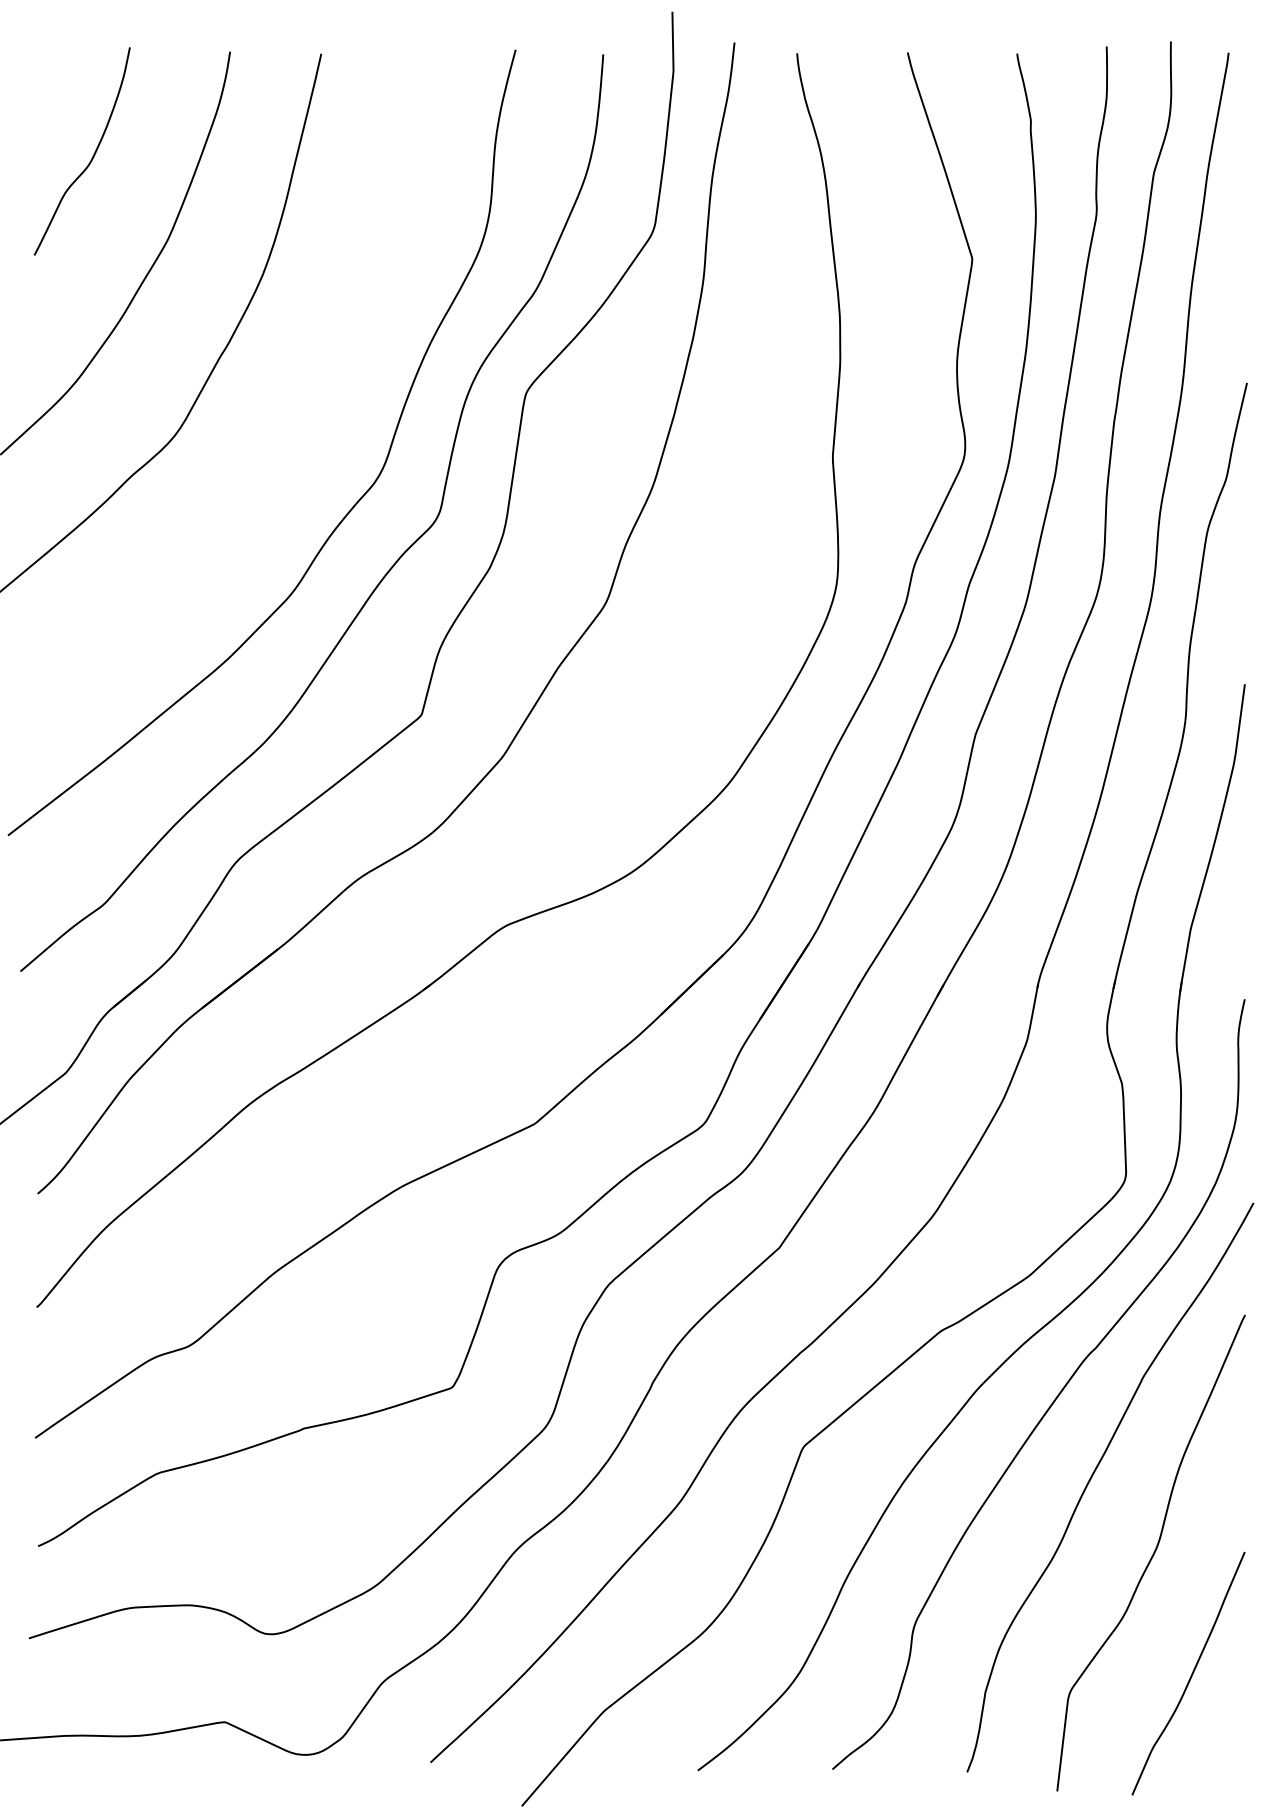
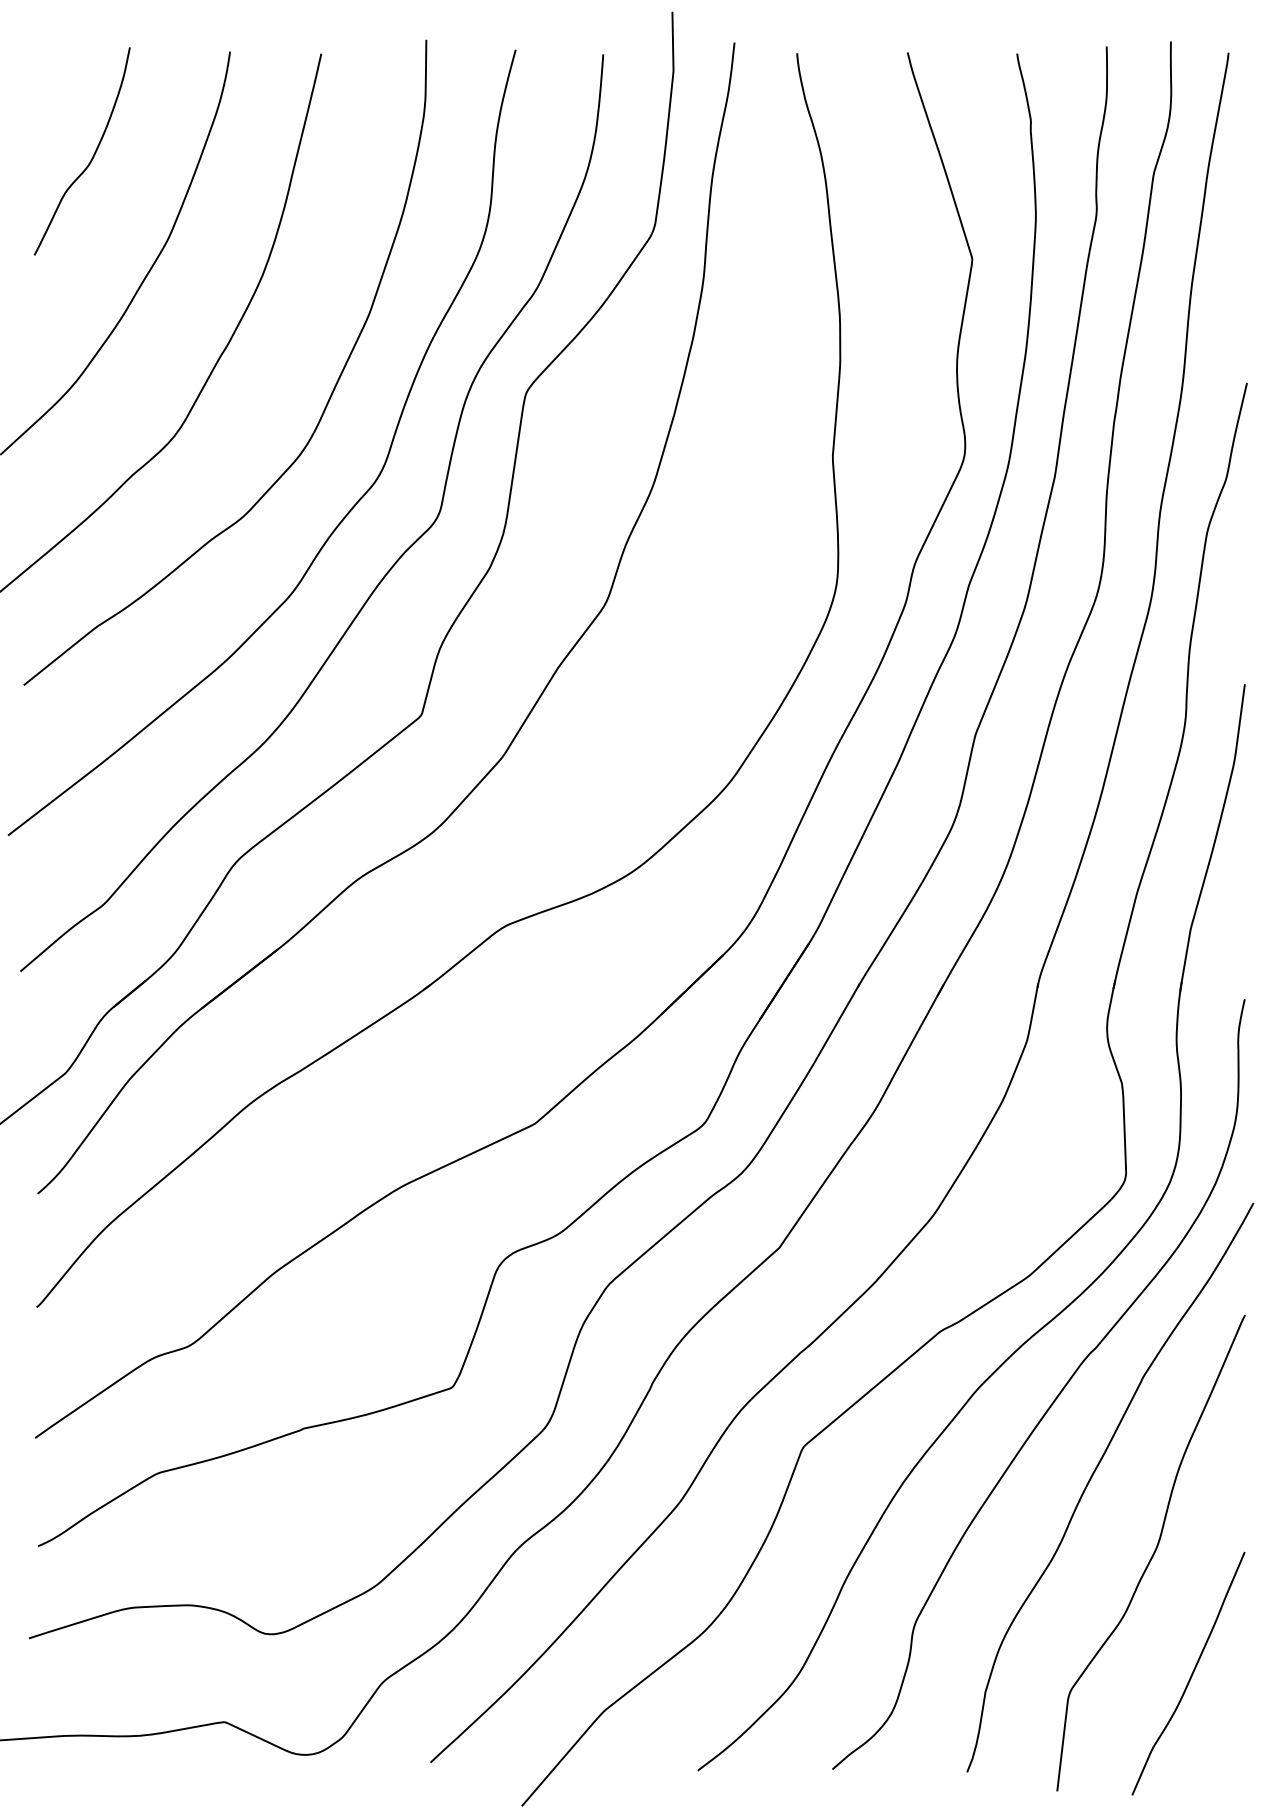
curve at (324, 407): none -> present
